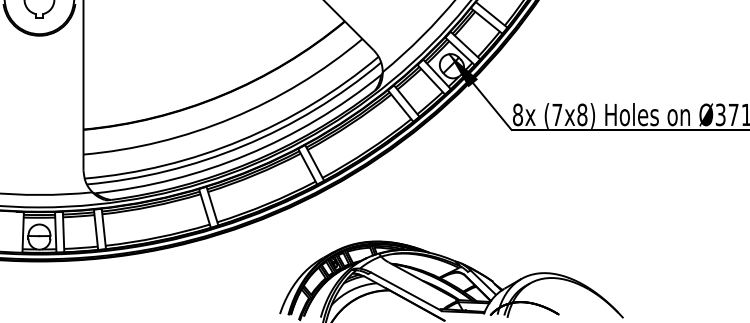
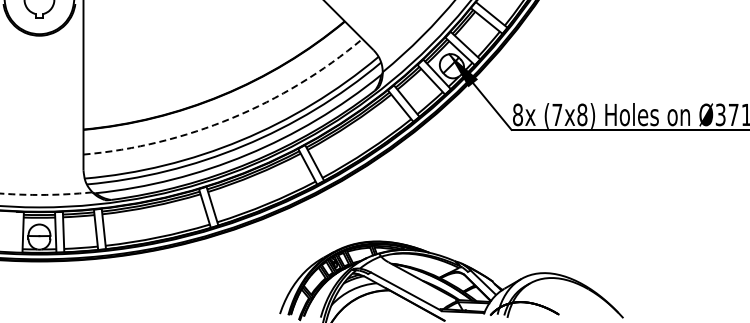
arc at (231, 118): solid -> dashed
arc at (47, 194): solid -> dashed
